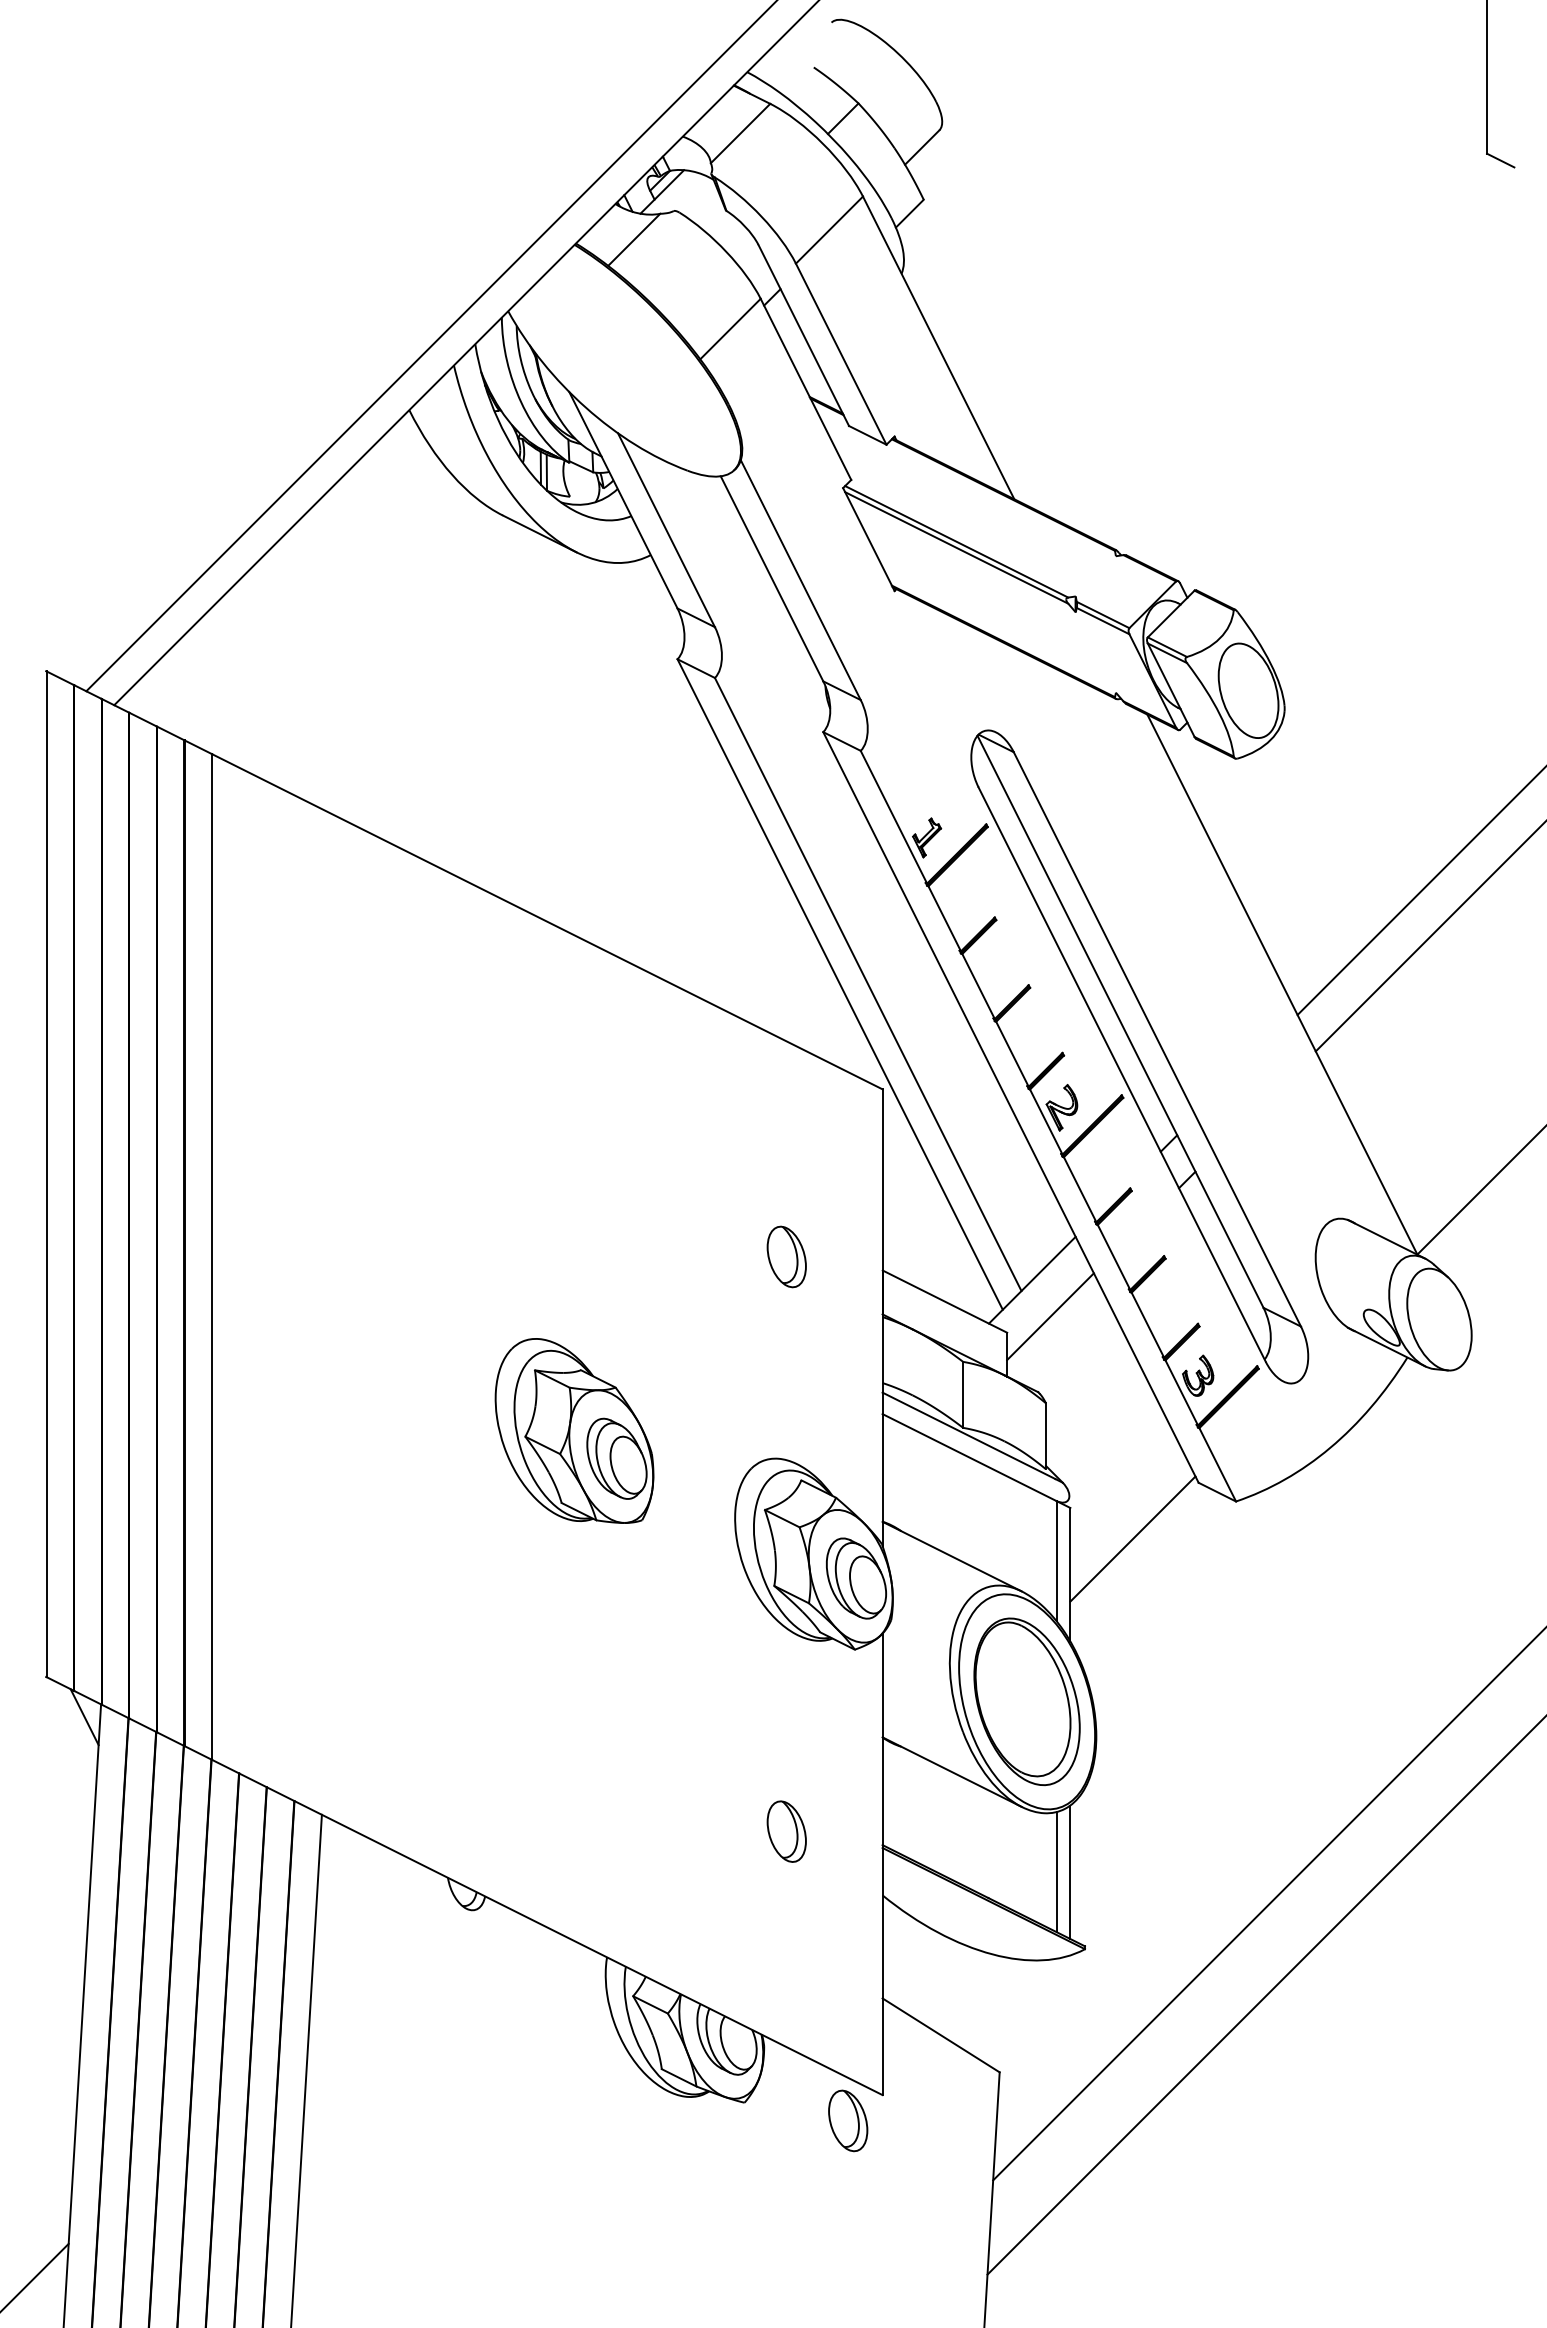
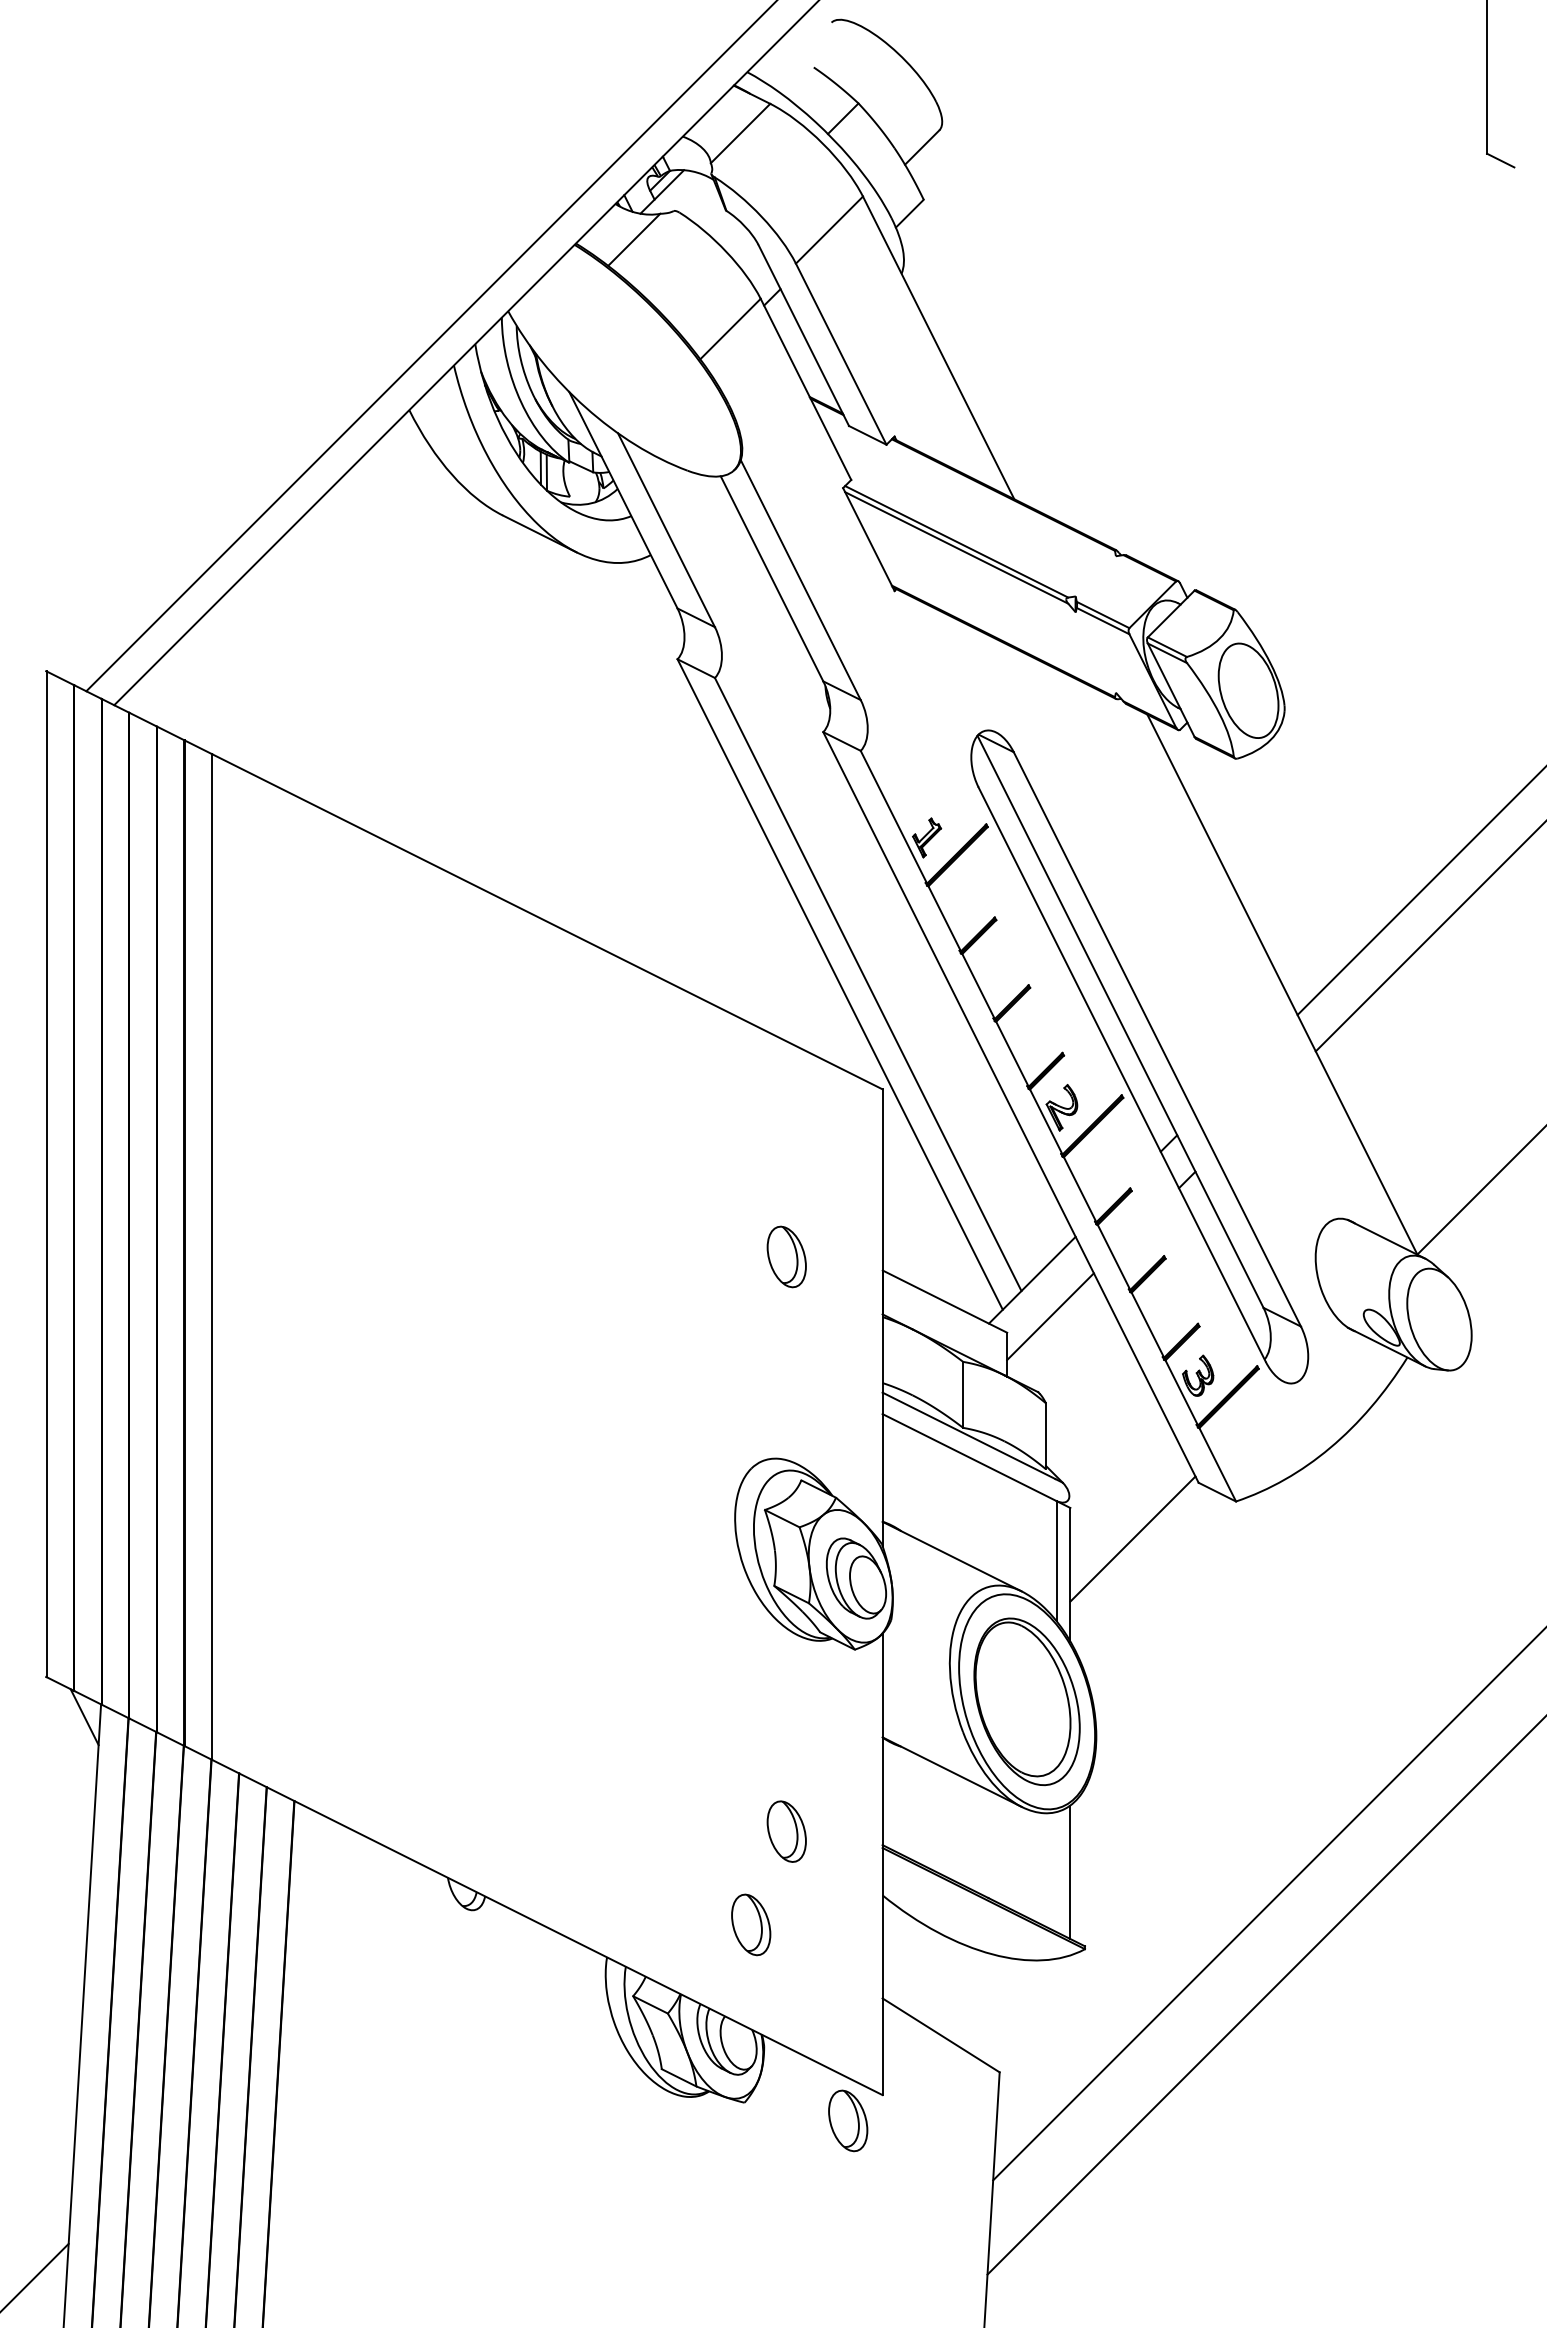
part at (574, 1430): present -> none
line at (1056, 1872): present -> none
part at (751, 1924): none -> present
line at (306, 2069): present -> none
